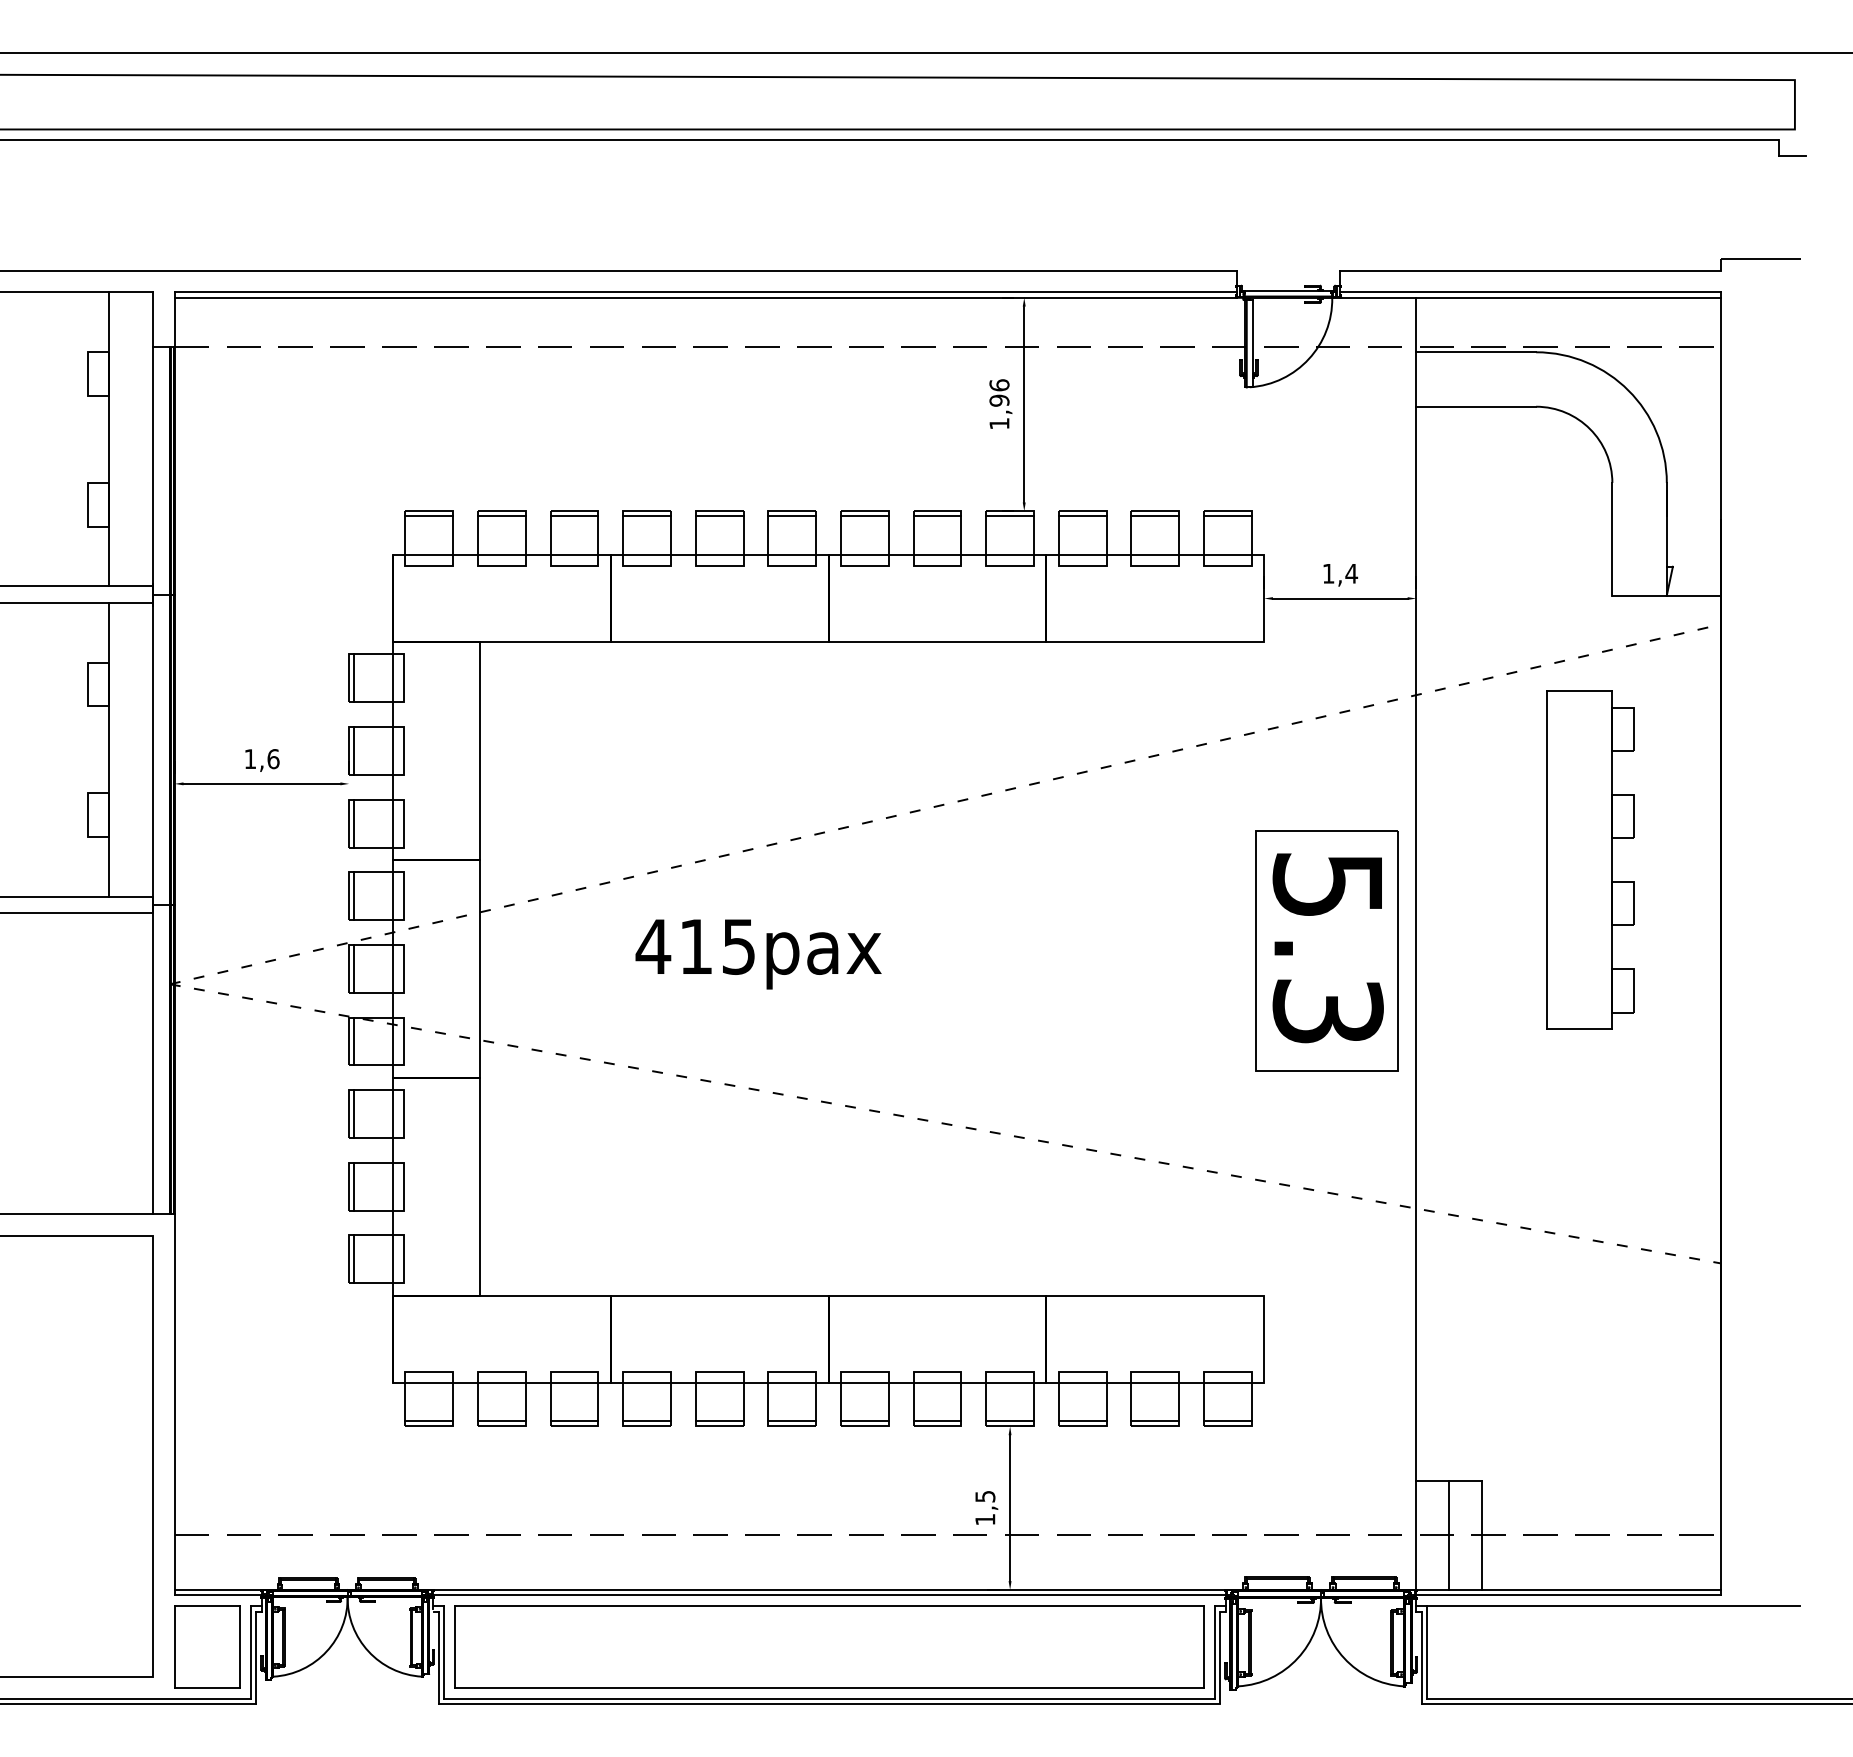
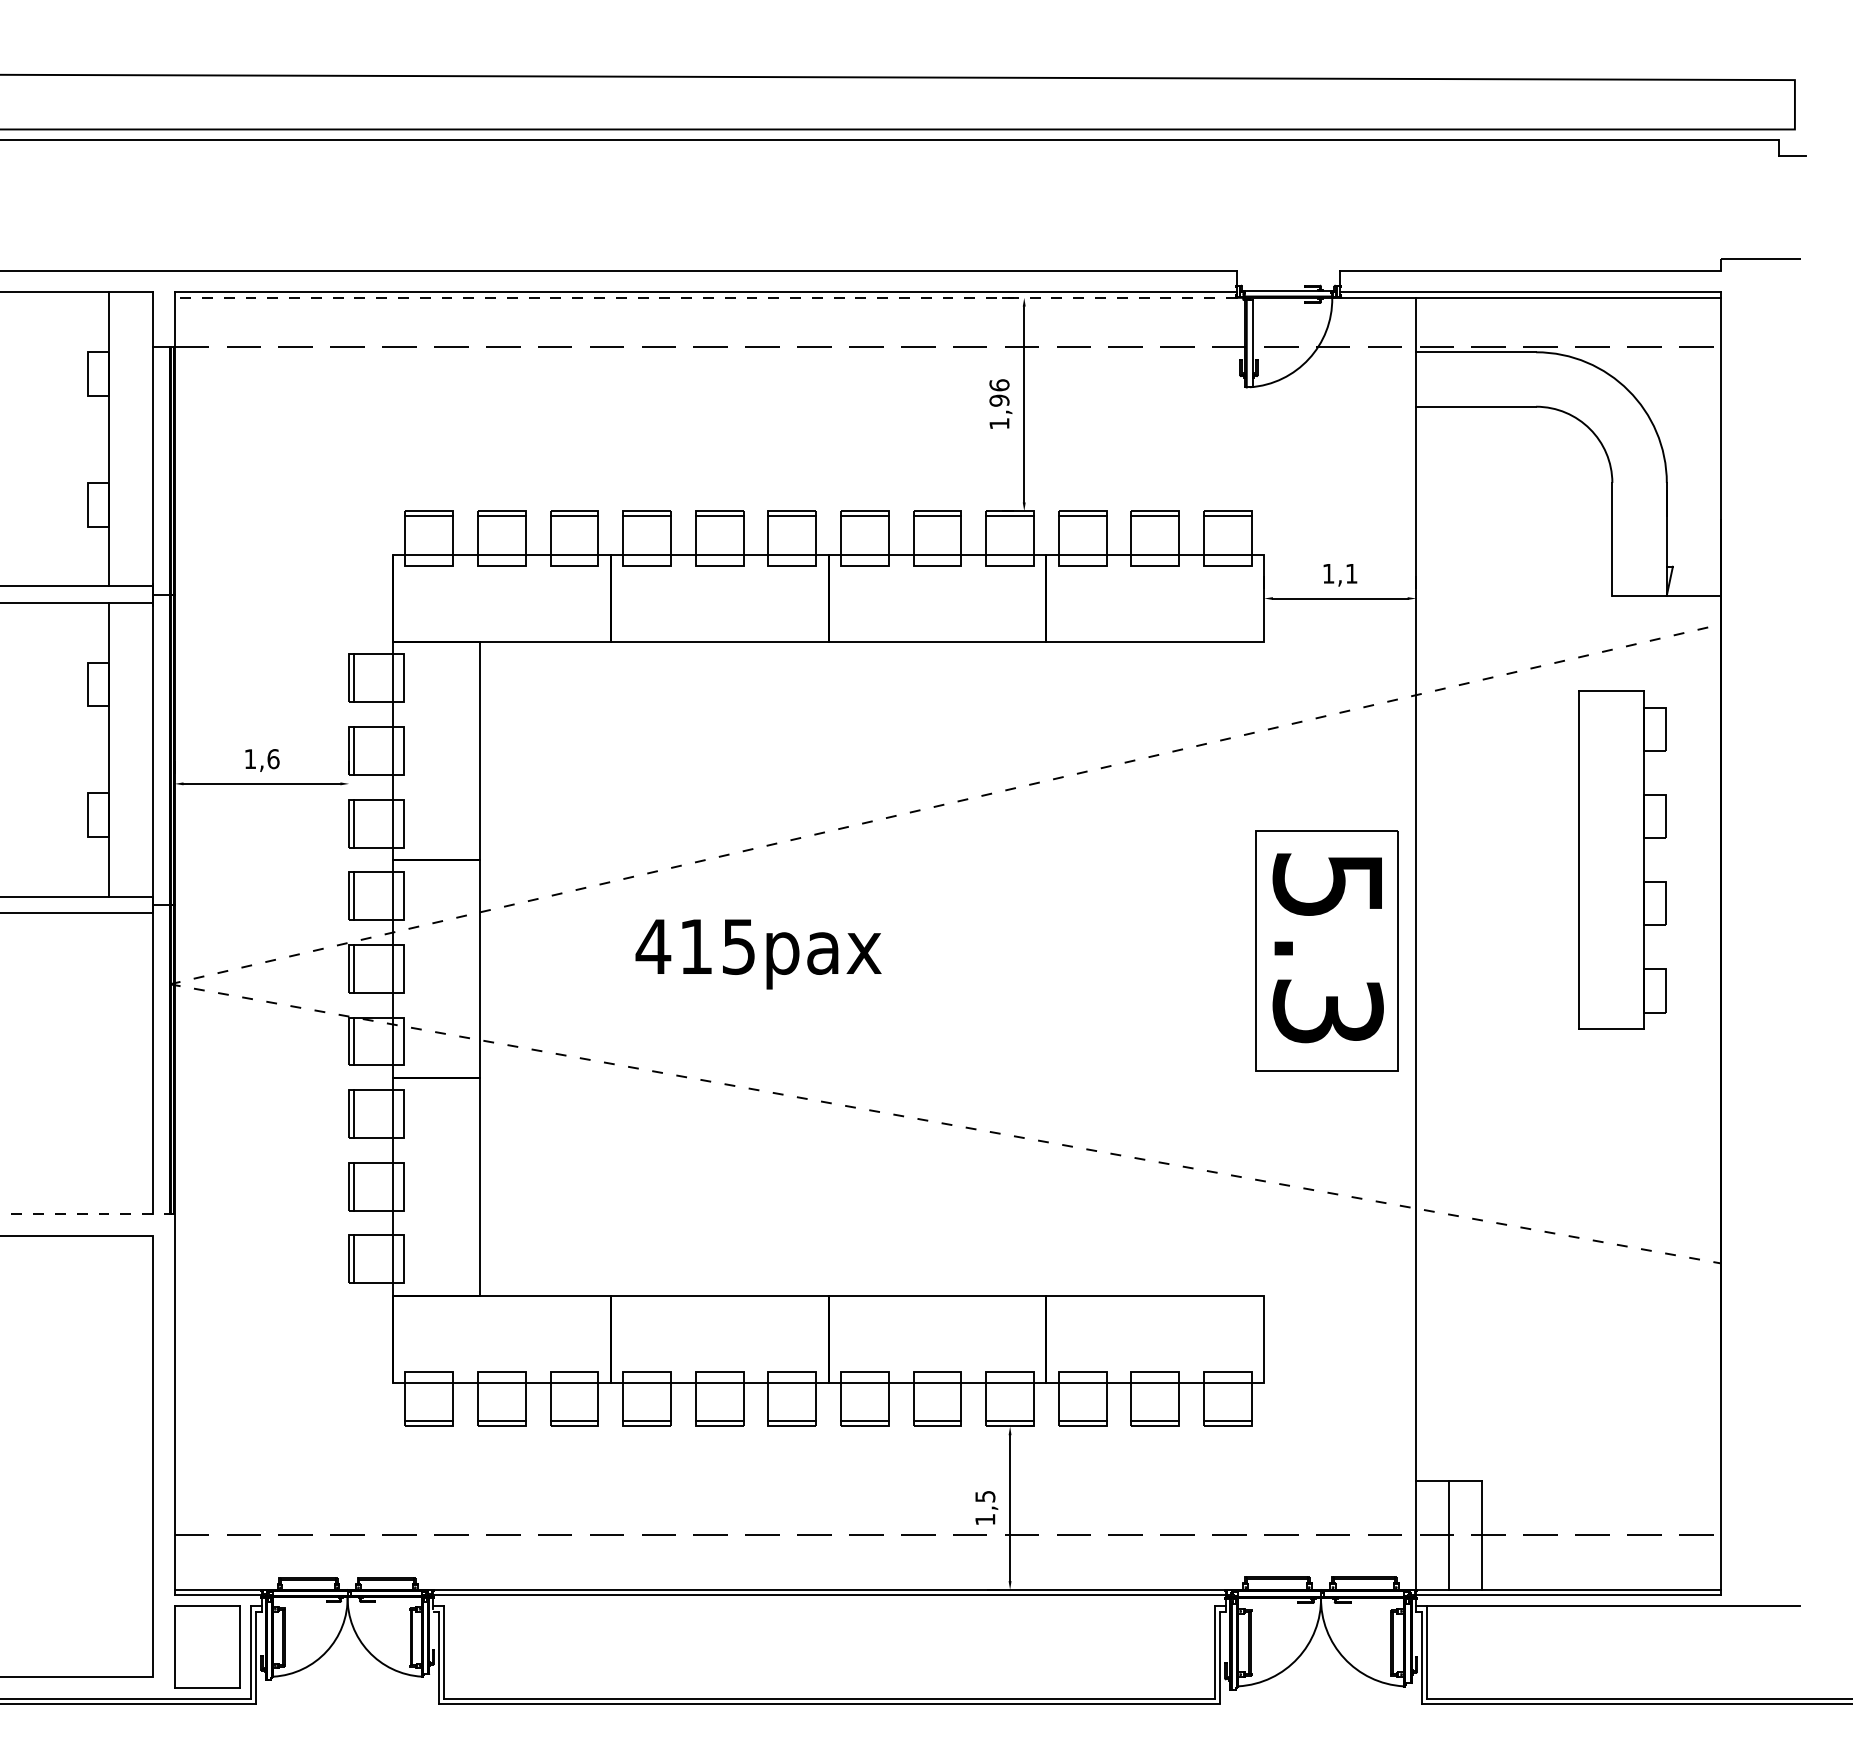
line at (925, 52): present -> none
line at (705, 297): solid -> dashed
text at (1351, 573): 1,4 -> 1,1
part at (1590, 859) position: (1590, 859) -> (1622, 859)
line at (87, 1214): solid -> dashed
part at (829, 1646): present -> none
